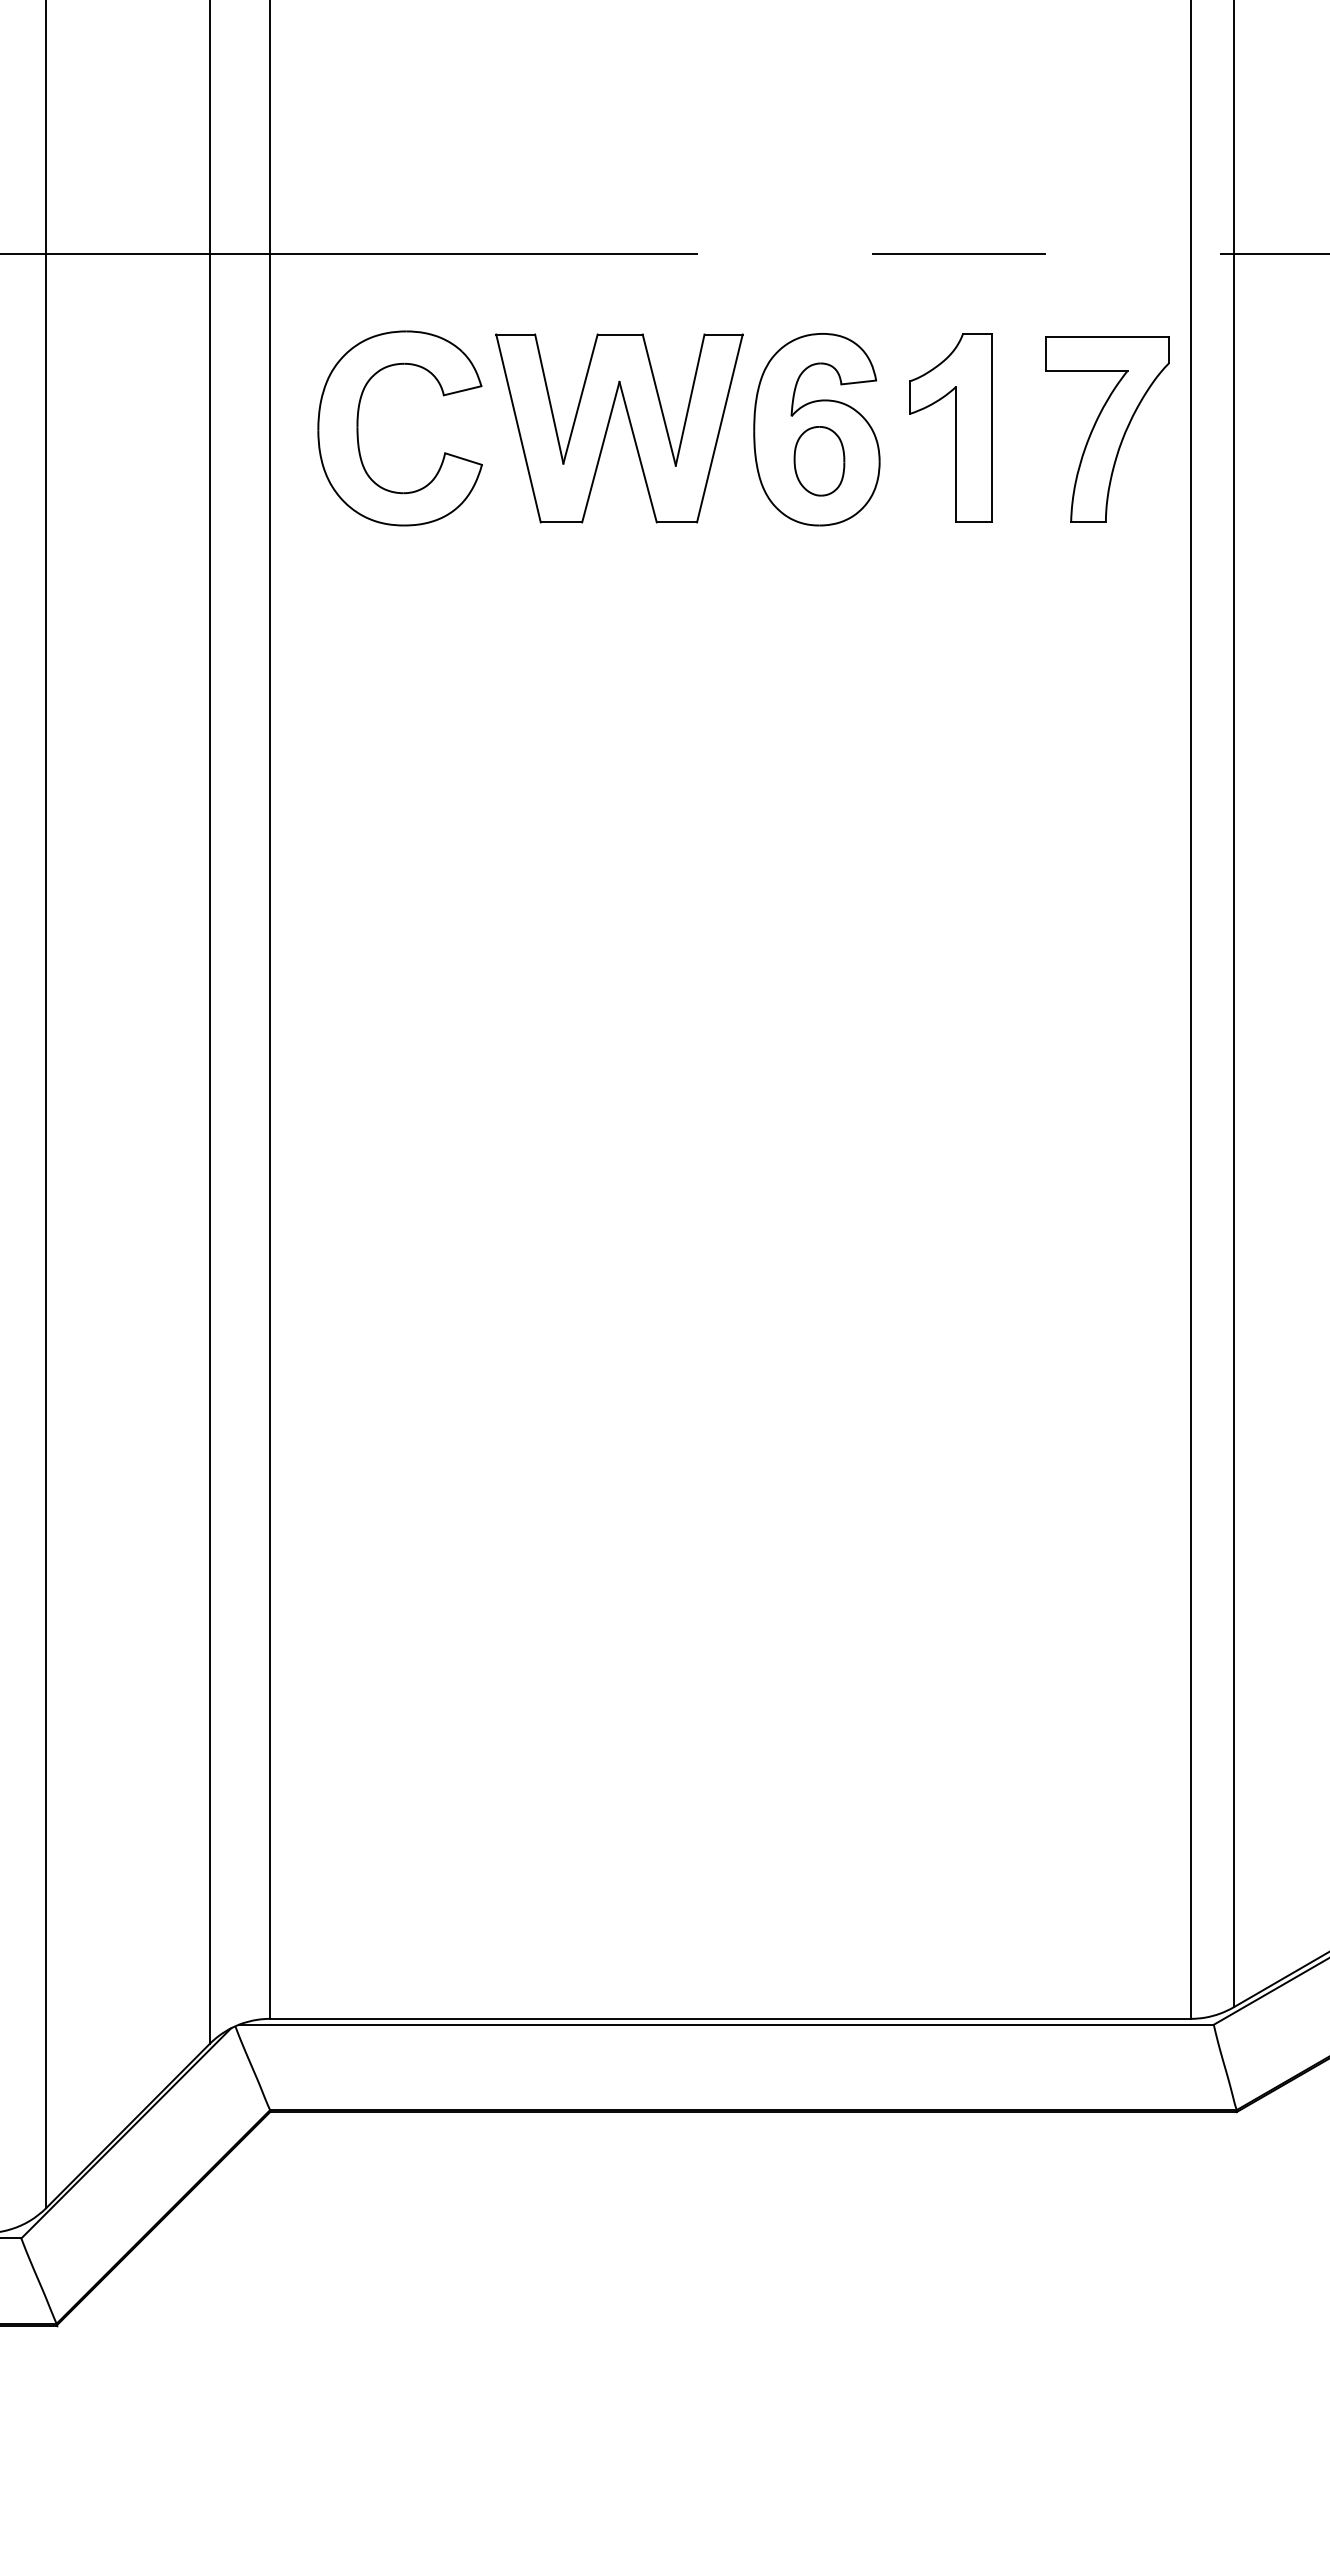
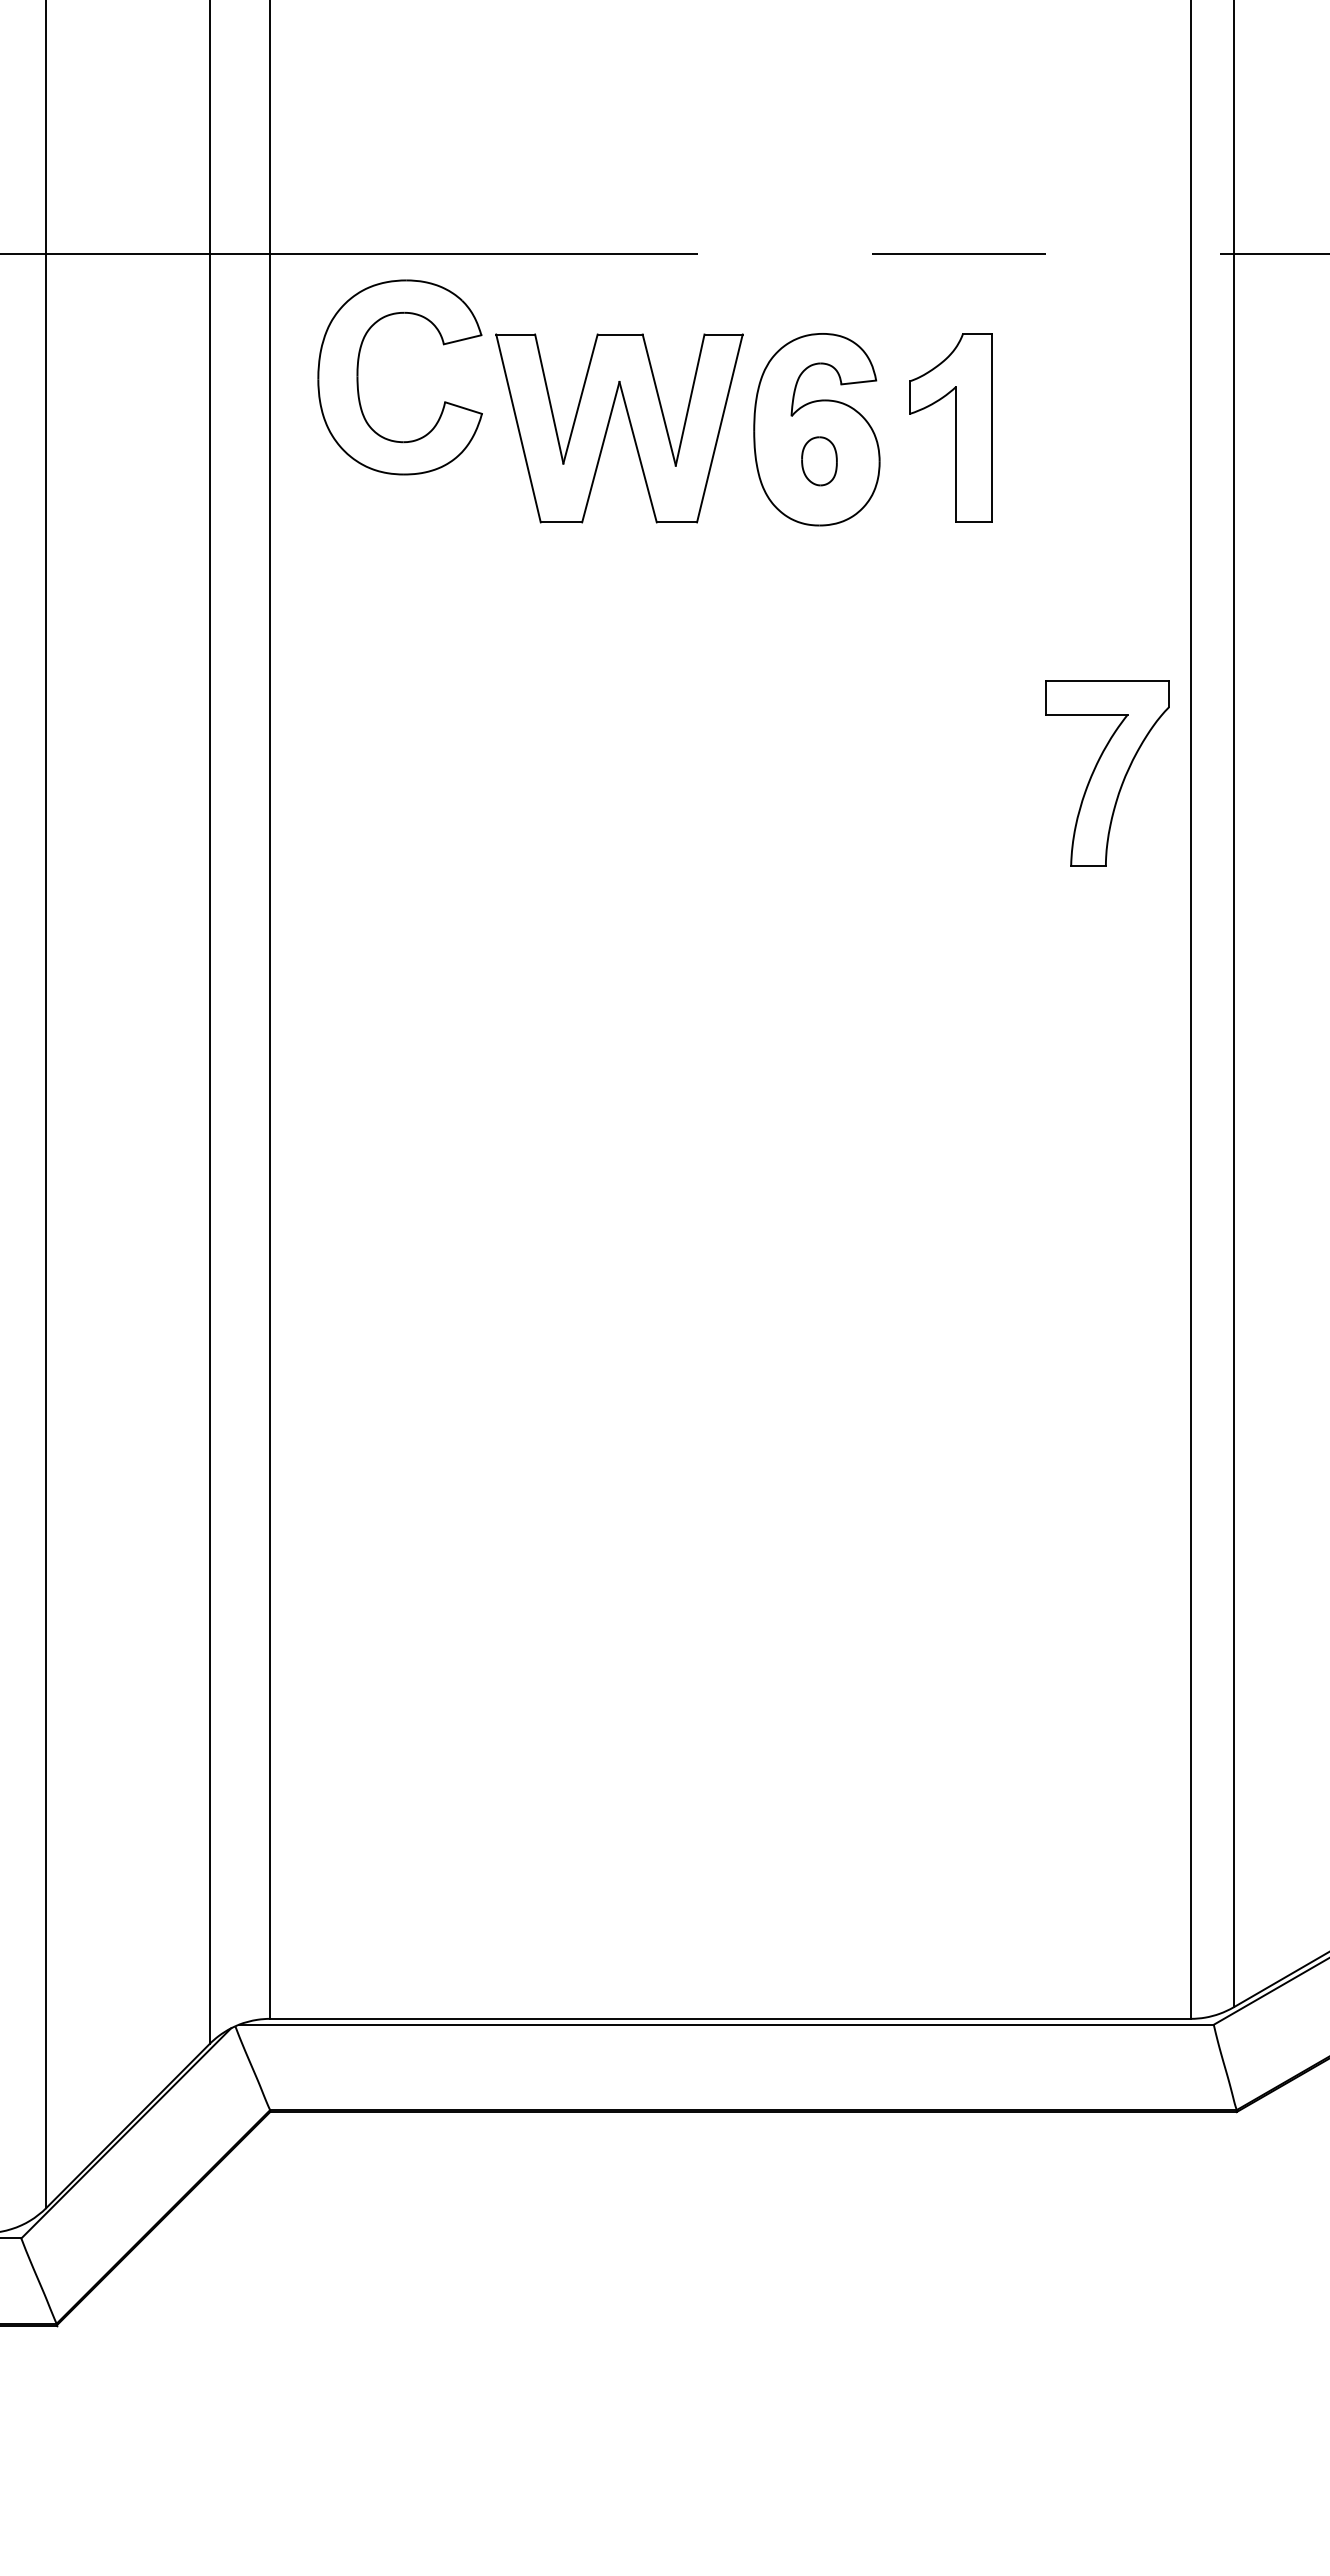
part at (358, 428) position: (358, 428) -> (358, 377)
part at (1107, 429) position: (1107, 429) -> (1107, 773)
part at (819, 461) size: 53x71 px -> 37x51 px
